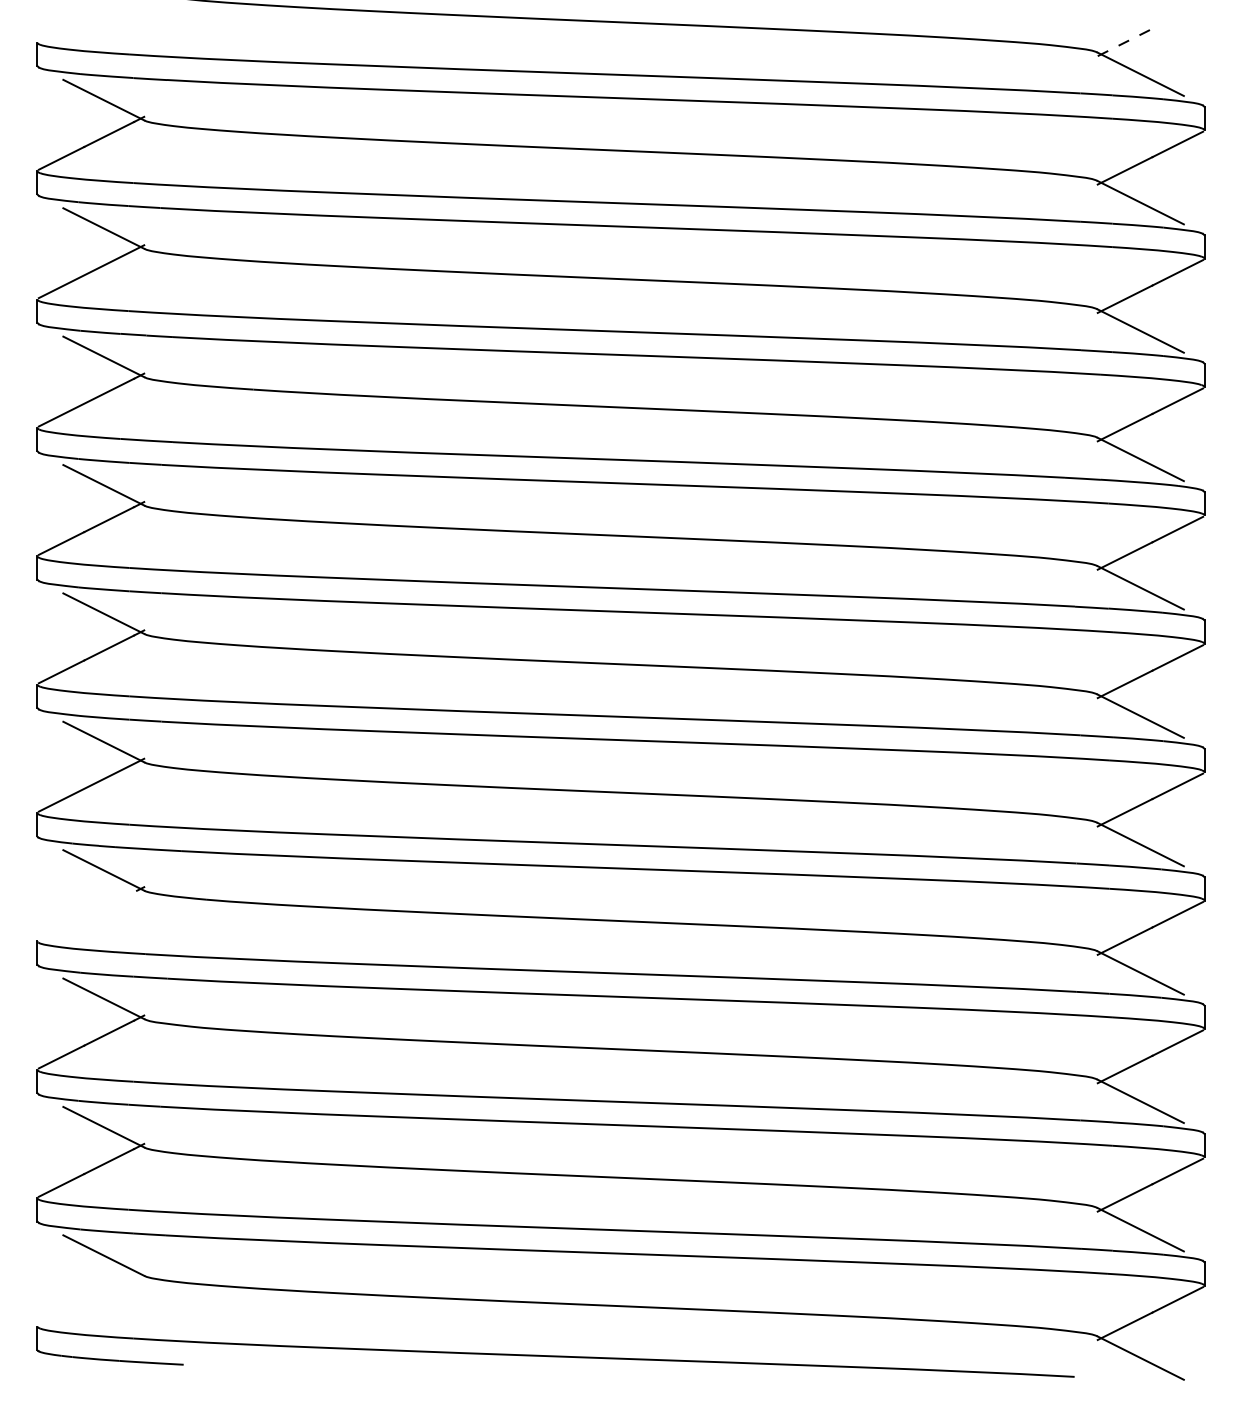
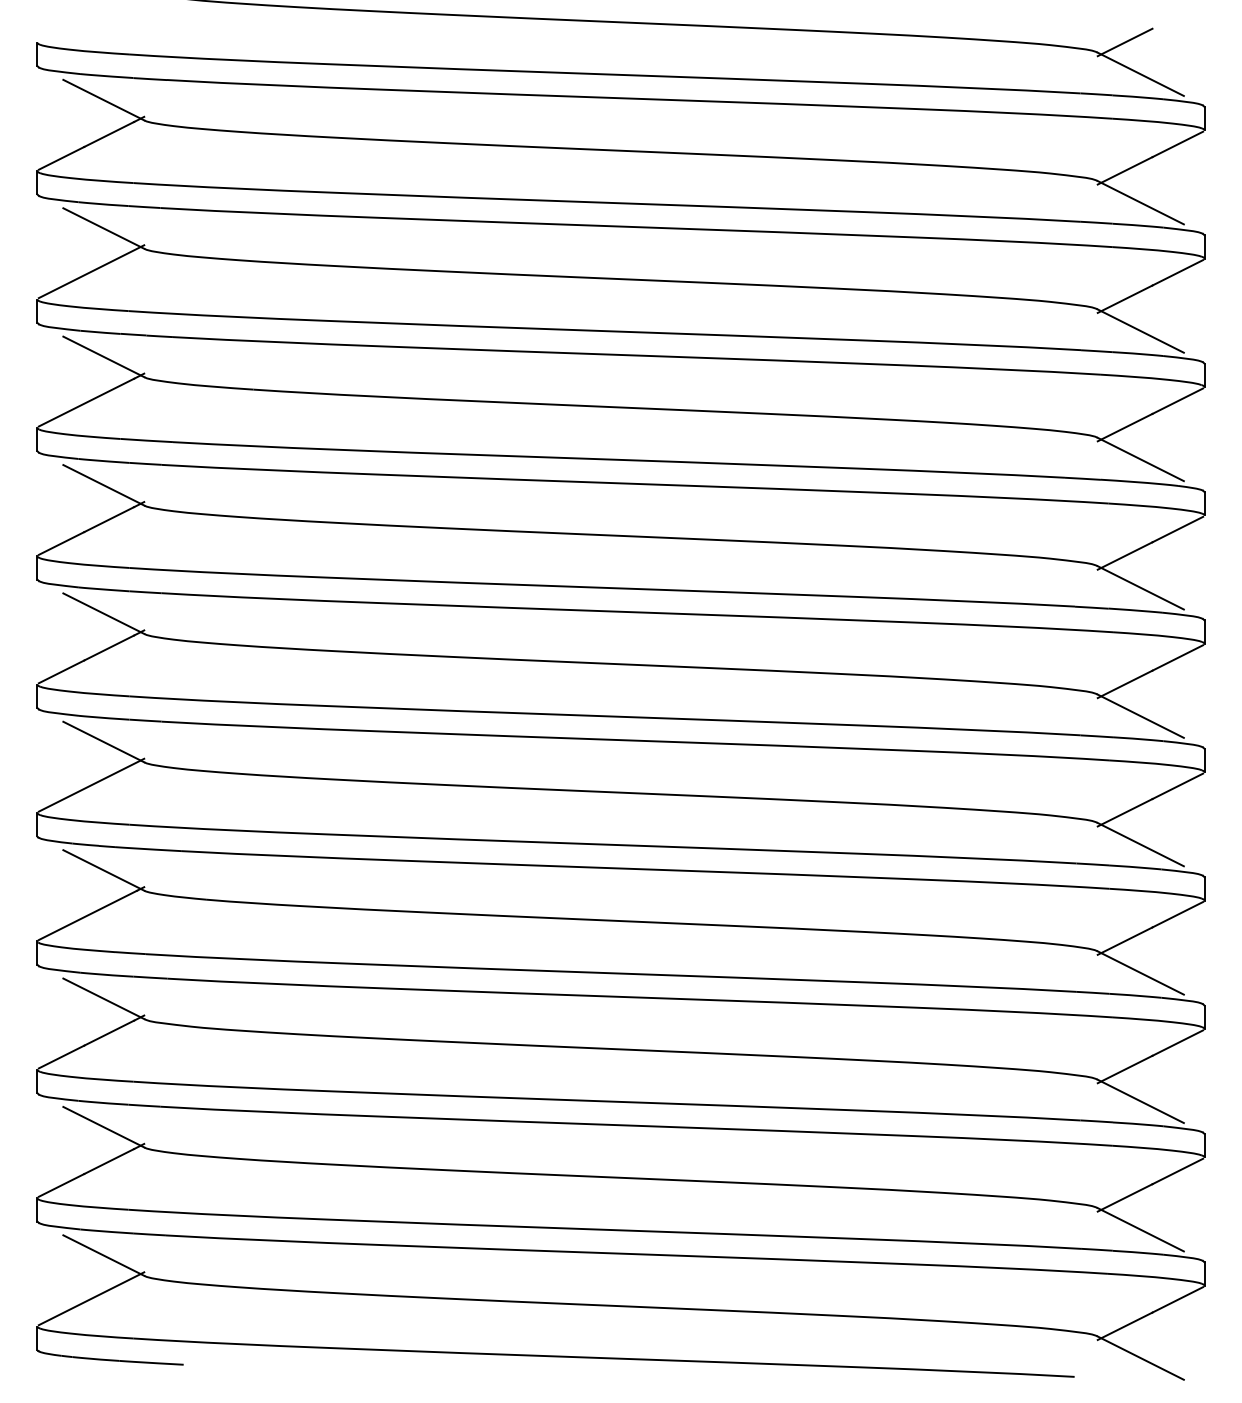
line at (1125, 42): dashed -> solid
line at (87, 915): none -> present
line at (91, 1298): none -> present
